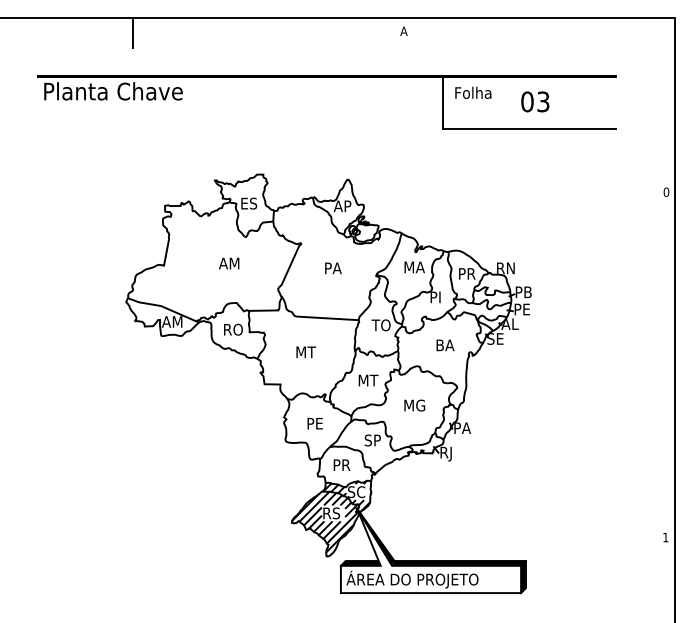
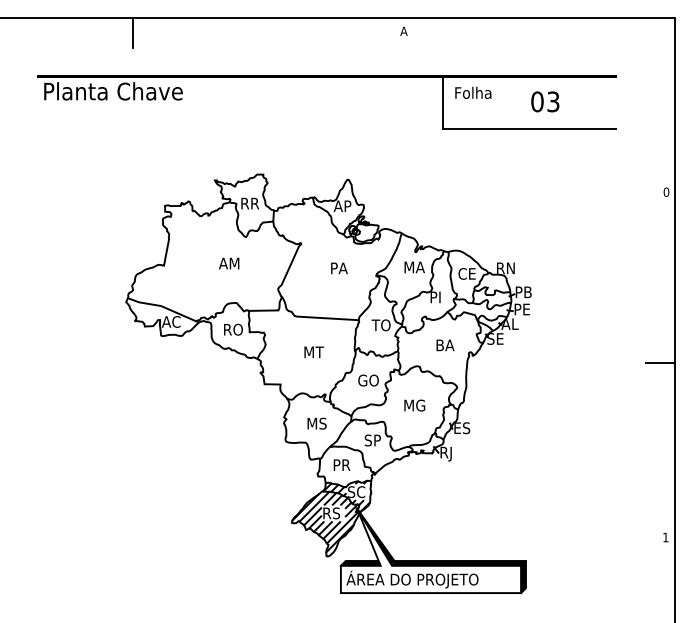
text at (535, 101) position: (535, 101) -> (545, 101)
text at (250, 203): ES -> RR
text at (333, 268) position: (333, 268) -> (339, 268)
text at (466, 273): PR -> CE
text at (177, 321): AM -> AC
text at (306, 352) position: (306, 352) -> (314, 352)
line at (660, 363): none -> present
text at (368, 380): MT -> GO
text at (317, 423): PE -> MS
text at (462, 428): PA -> ES
